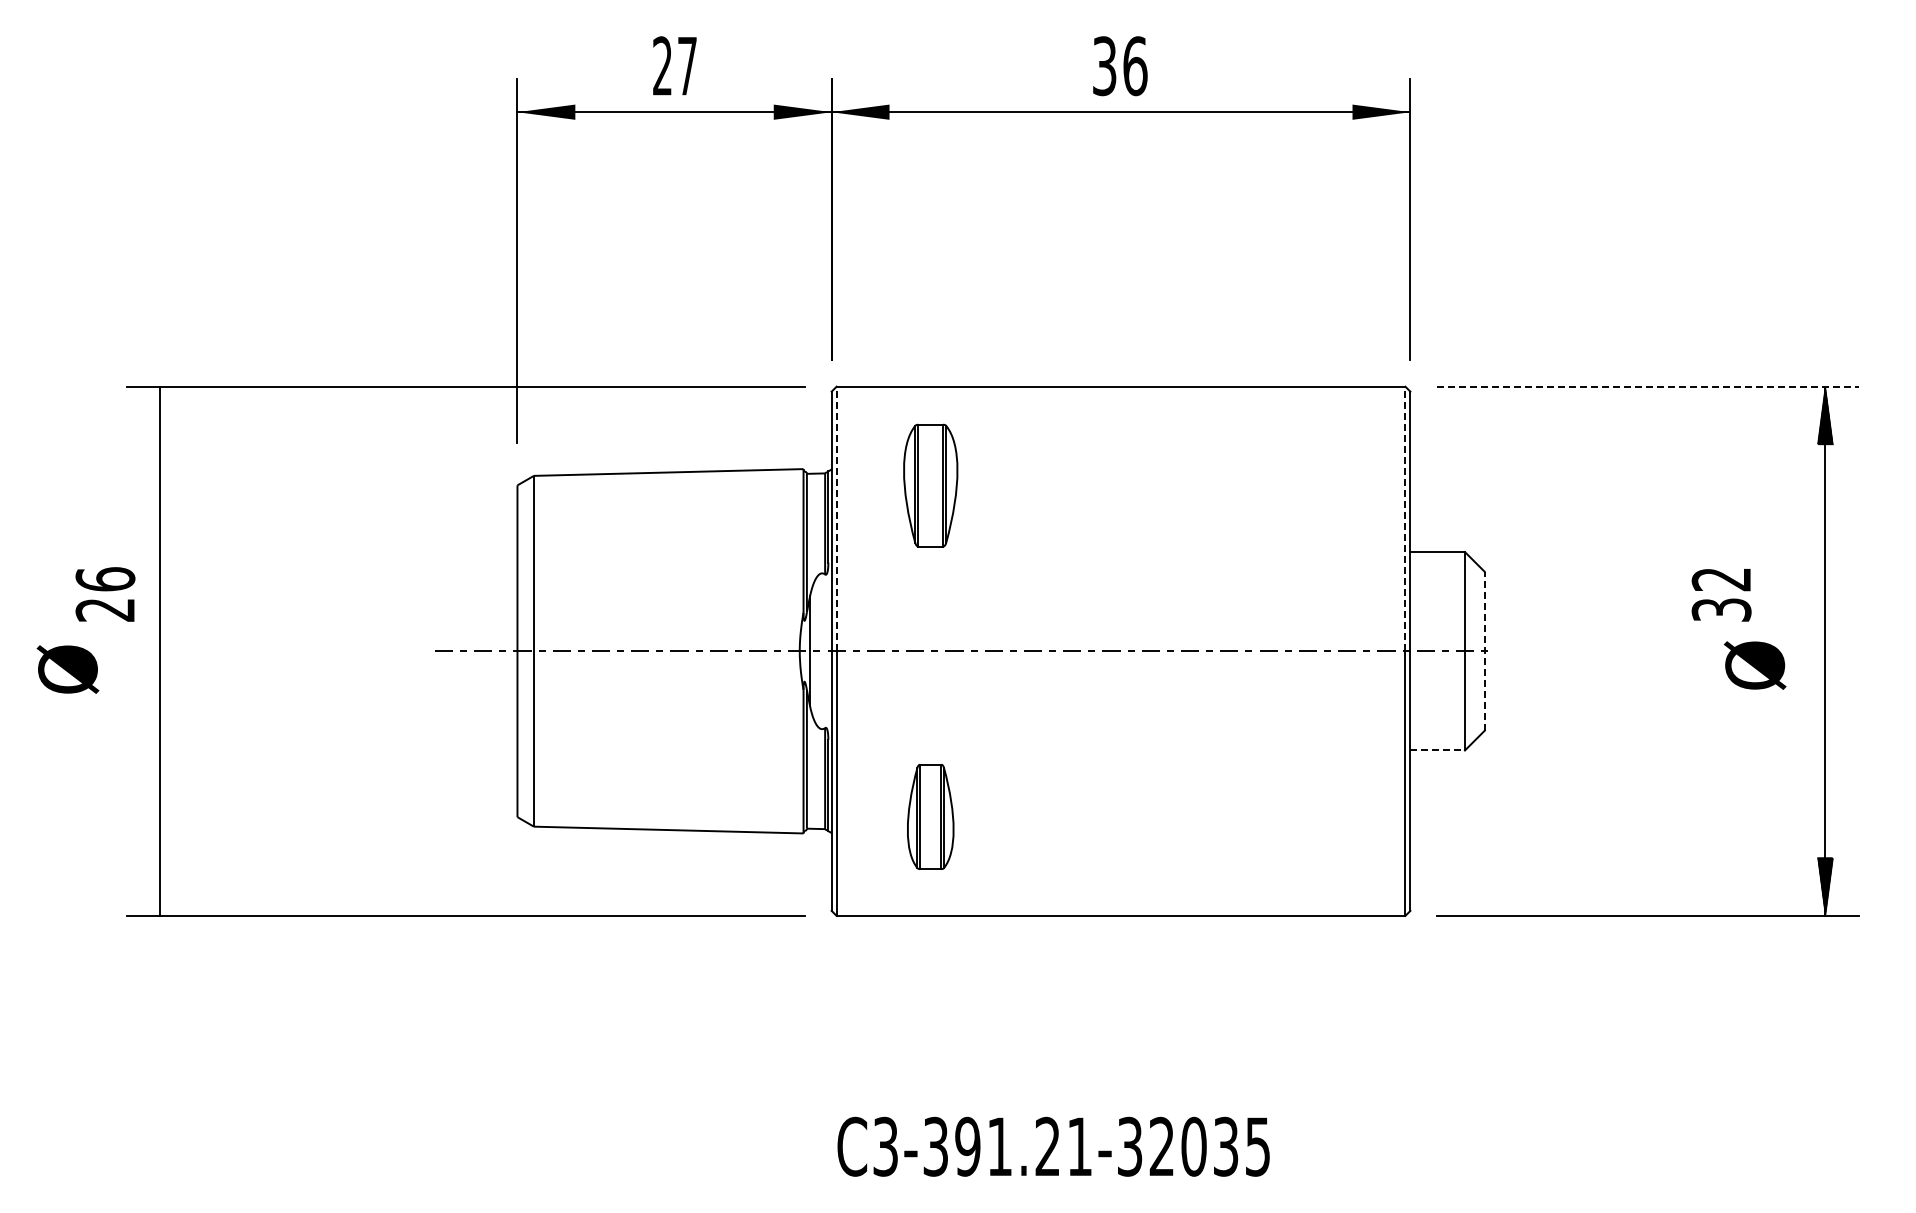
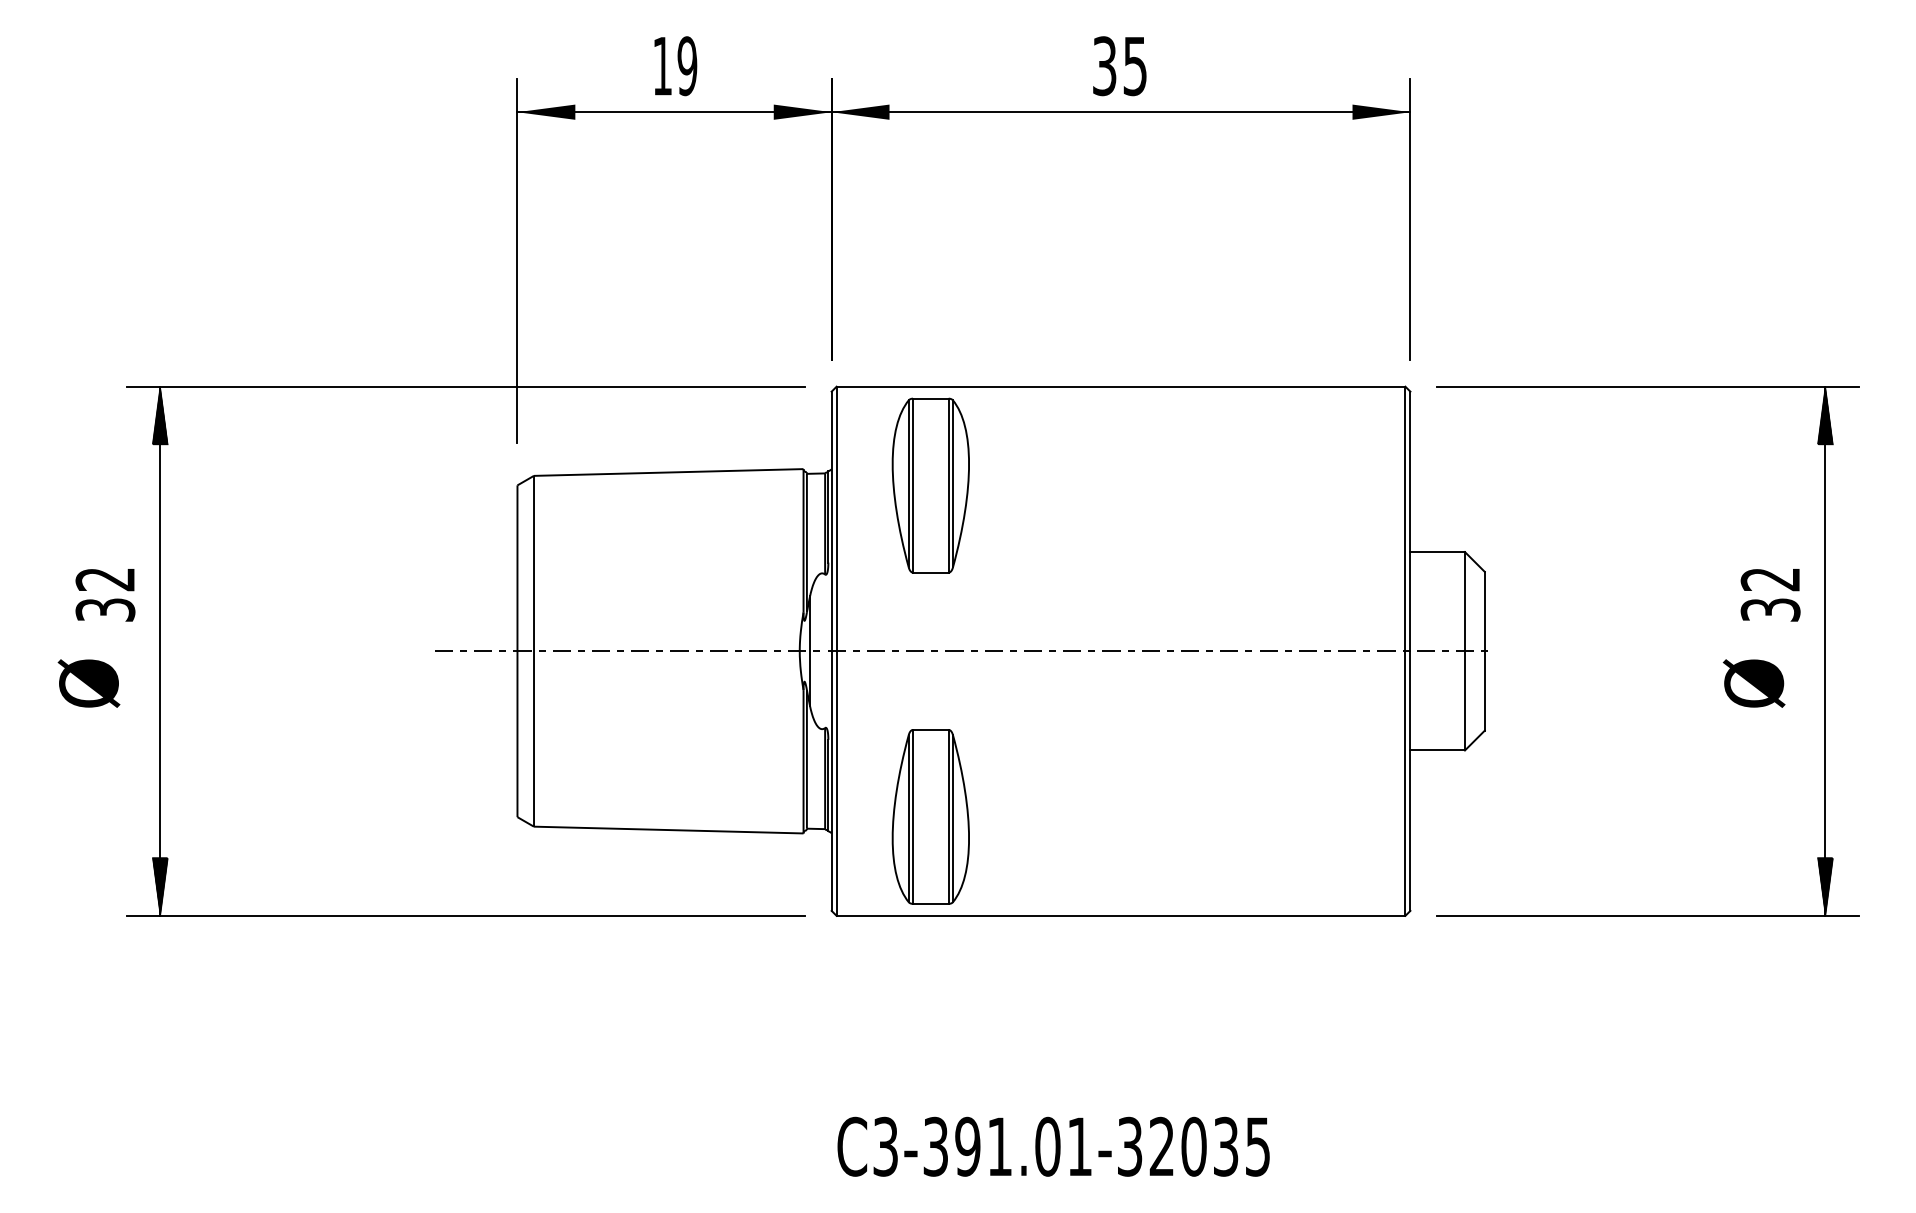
text at (675, 66): 27 -> 19
text at (1135, 66): 36 -> 35
line at (1647, 386): dashed -> solid
hatch at (159, 415): none -> present
part at (930, 485) size: 56x125 px -> 79x177 px
line at (836, 518): dashed -> solid
line at (1405, 518): dashed -> solid
text at (105, 594): 26 -> 32
text at (1721, 595) position: (1721, 595) -> (1770, 595)
line at (1484, 650): dashed -> solid
text at (1754, 665) position: (1754, 665) -> (1753, 683)
text at (67, 669) position: (67, 669) -> (88, 683)
line at (1438, 750): dashed -> solid
part at (930, 816) size: 48x107 px -> 79x176 px
hatch at (159, 886): none -> present
text at (1047, 1146): C3-391.21-32035 -> C3-391.01-32035
